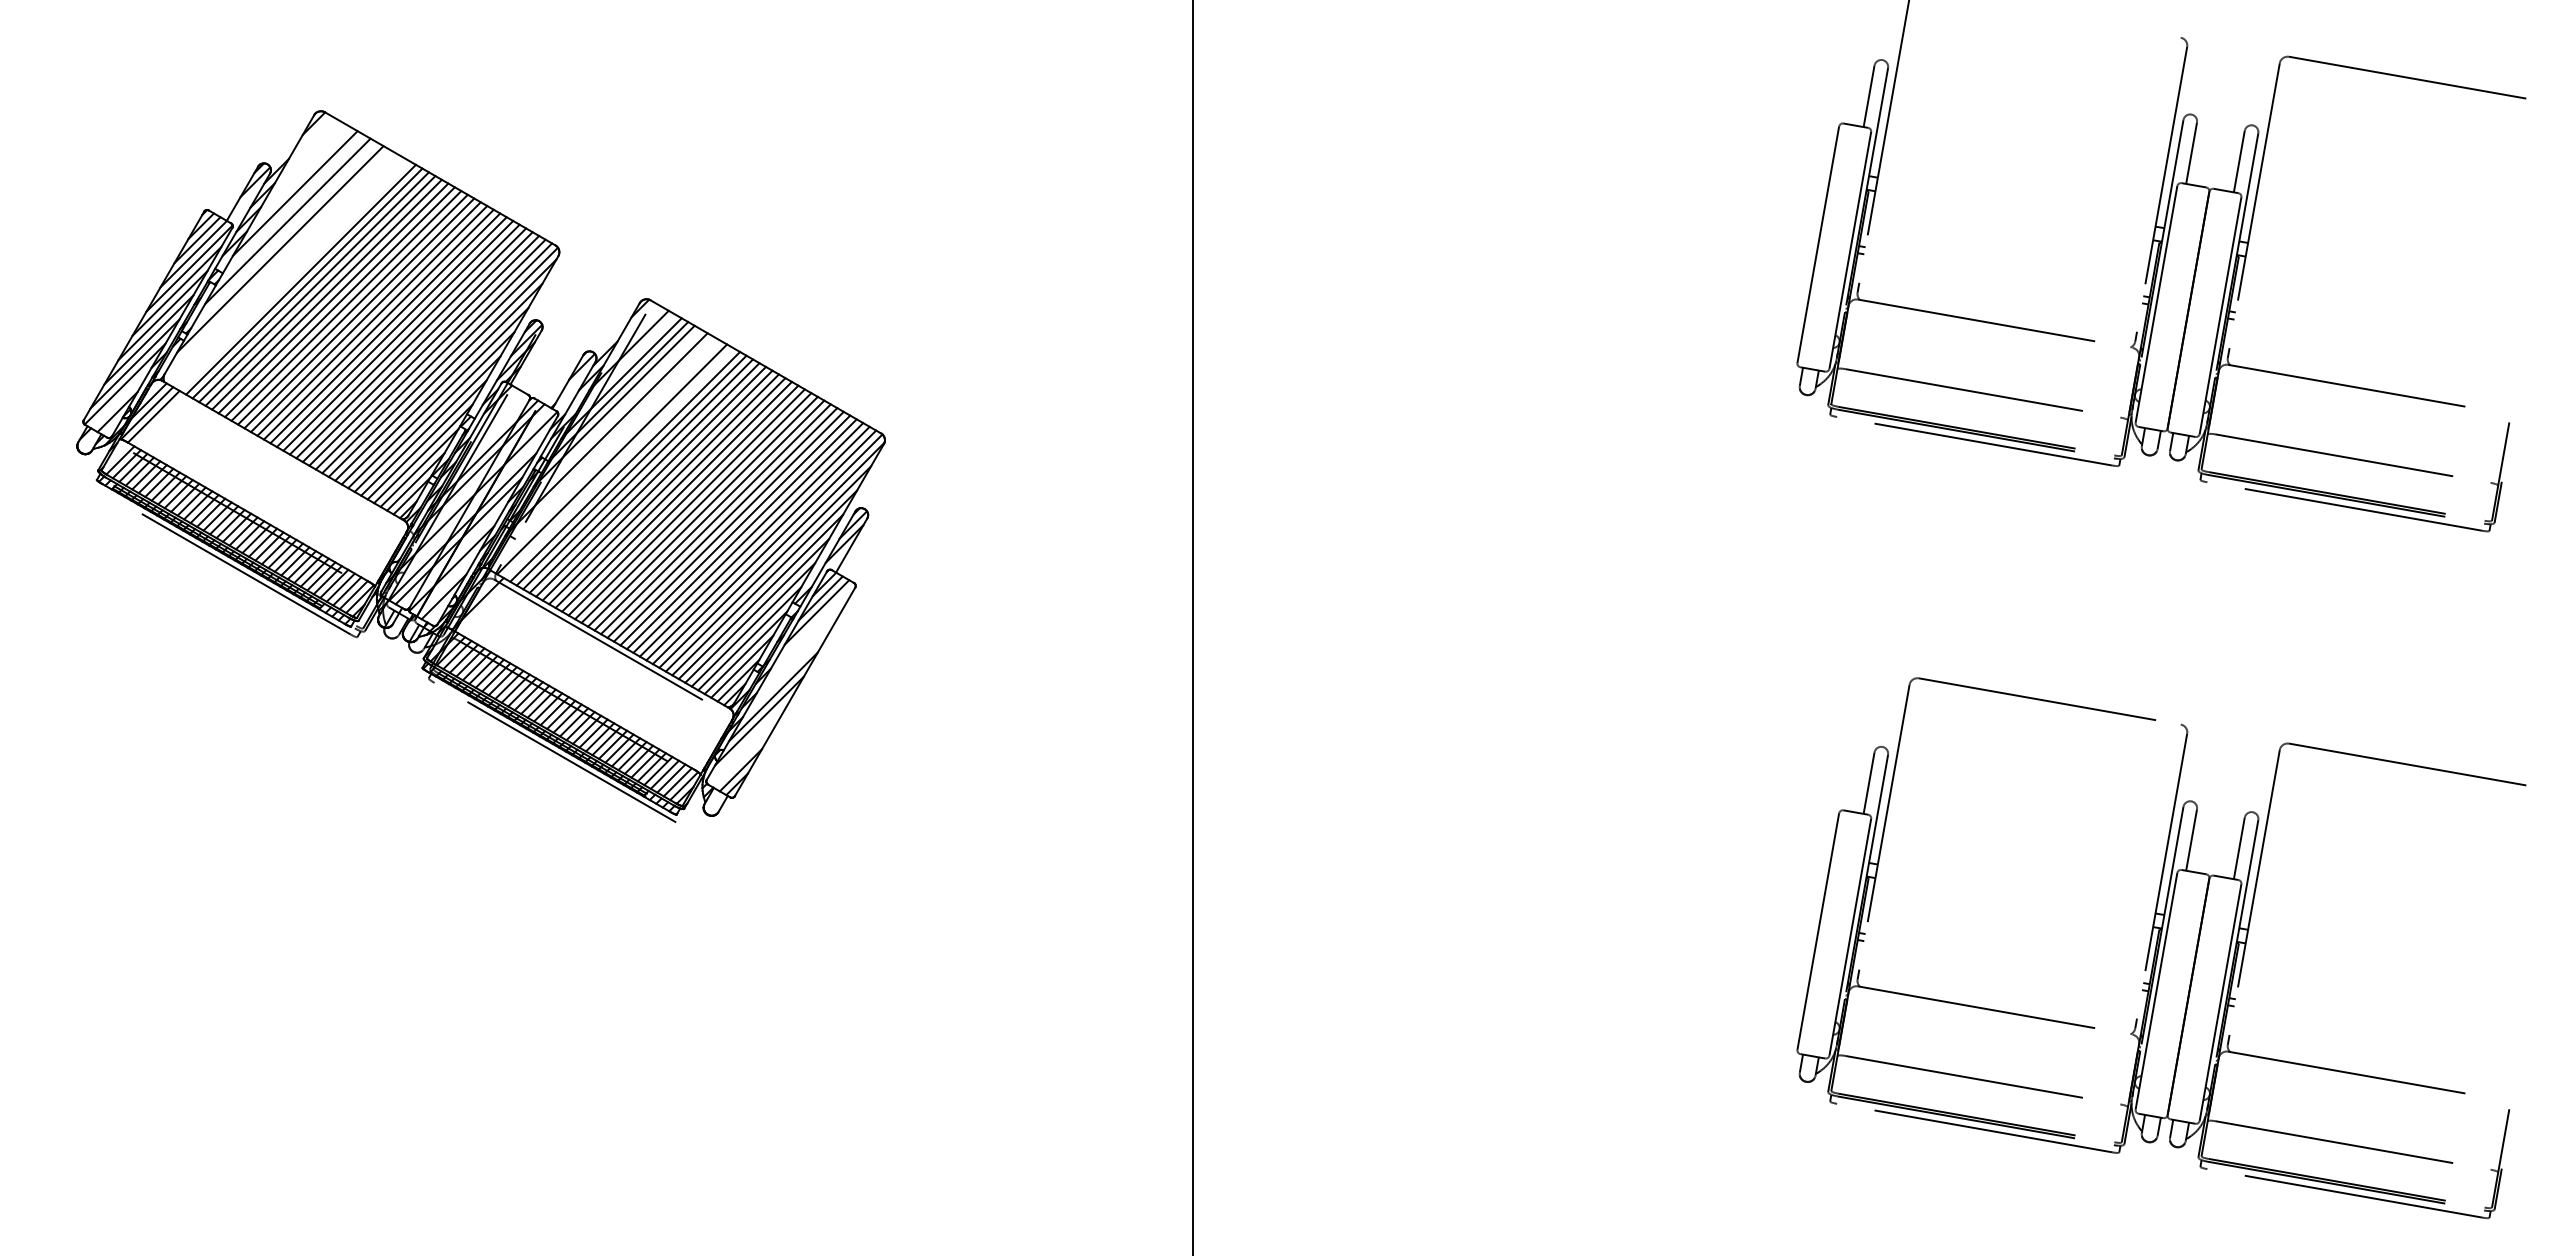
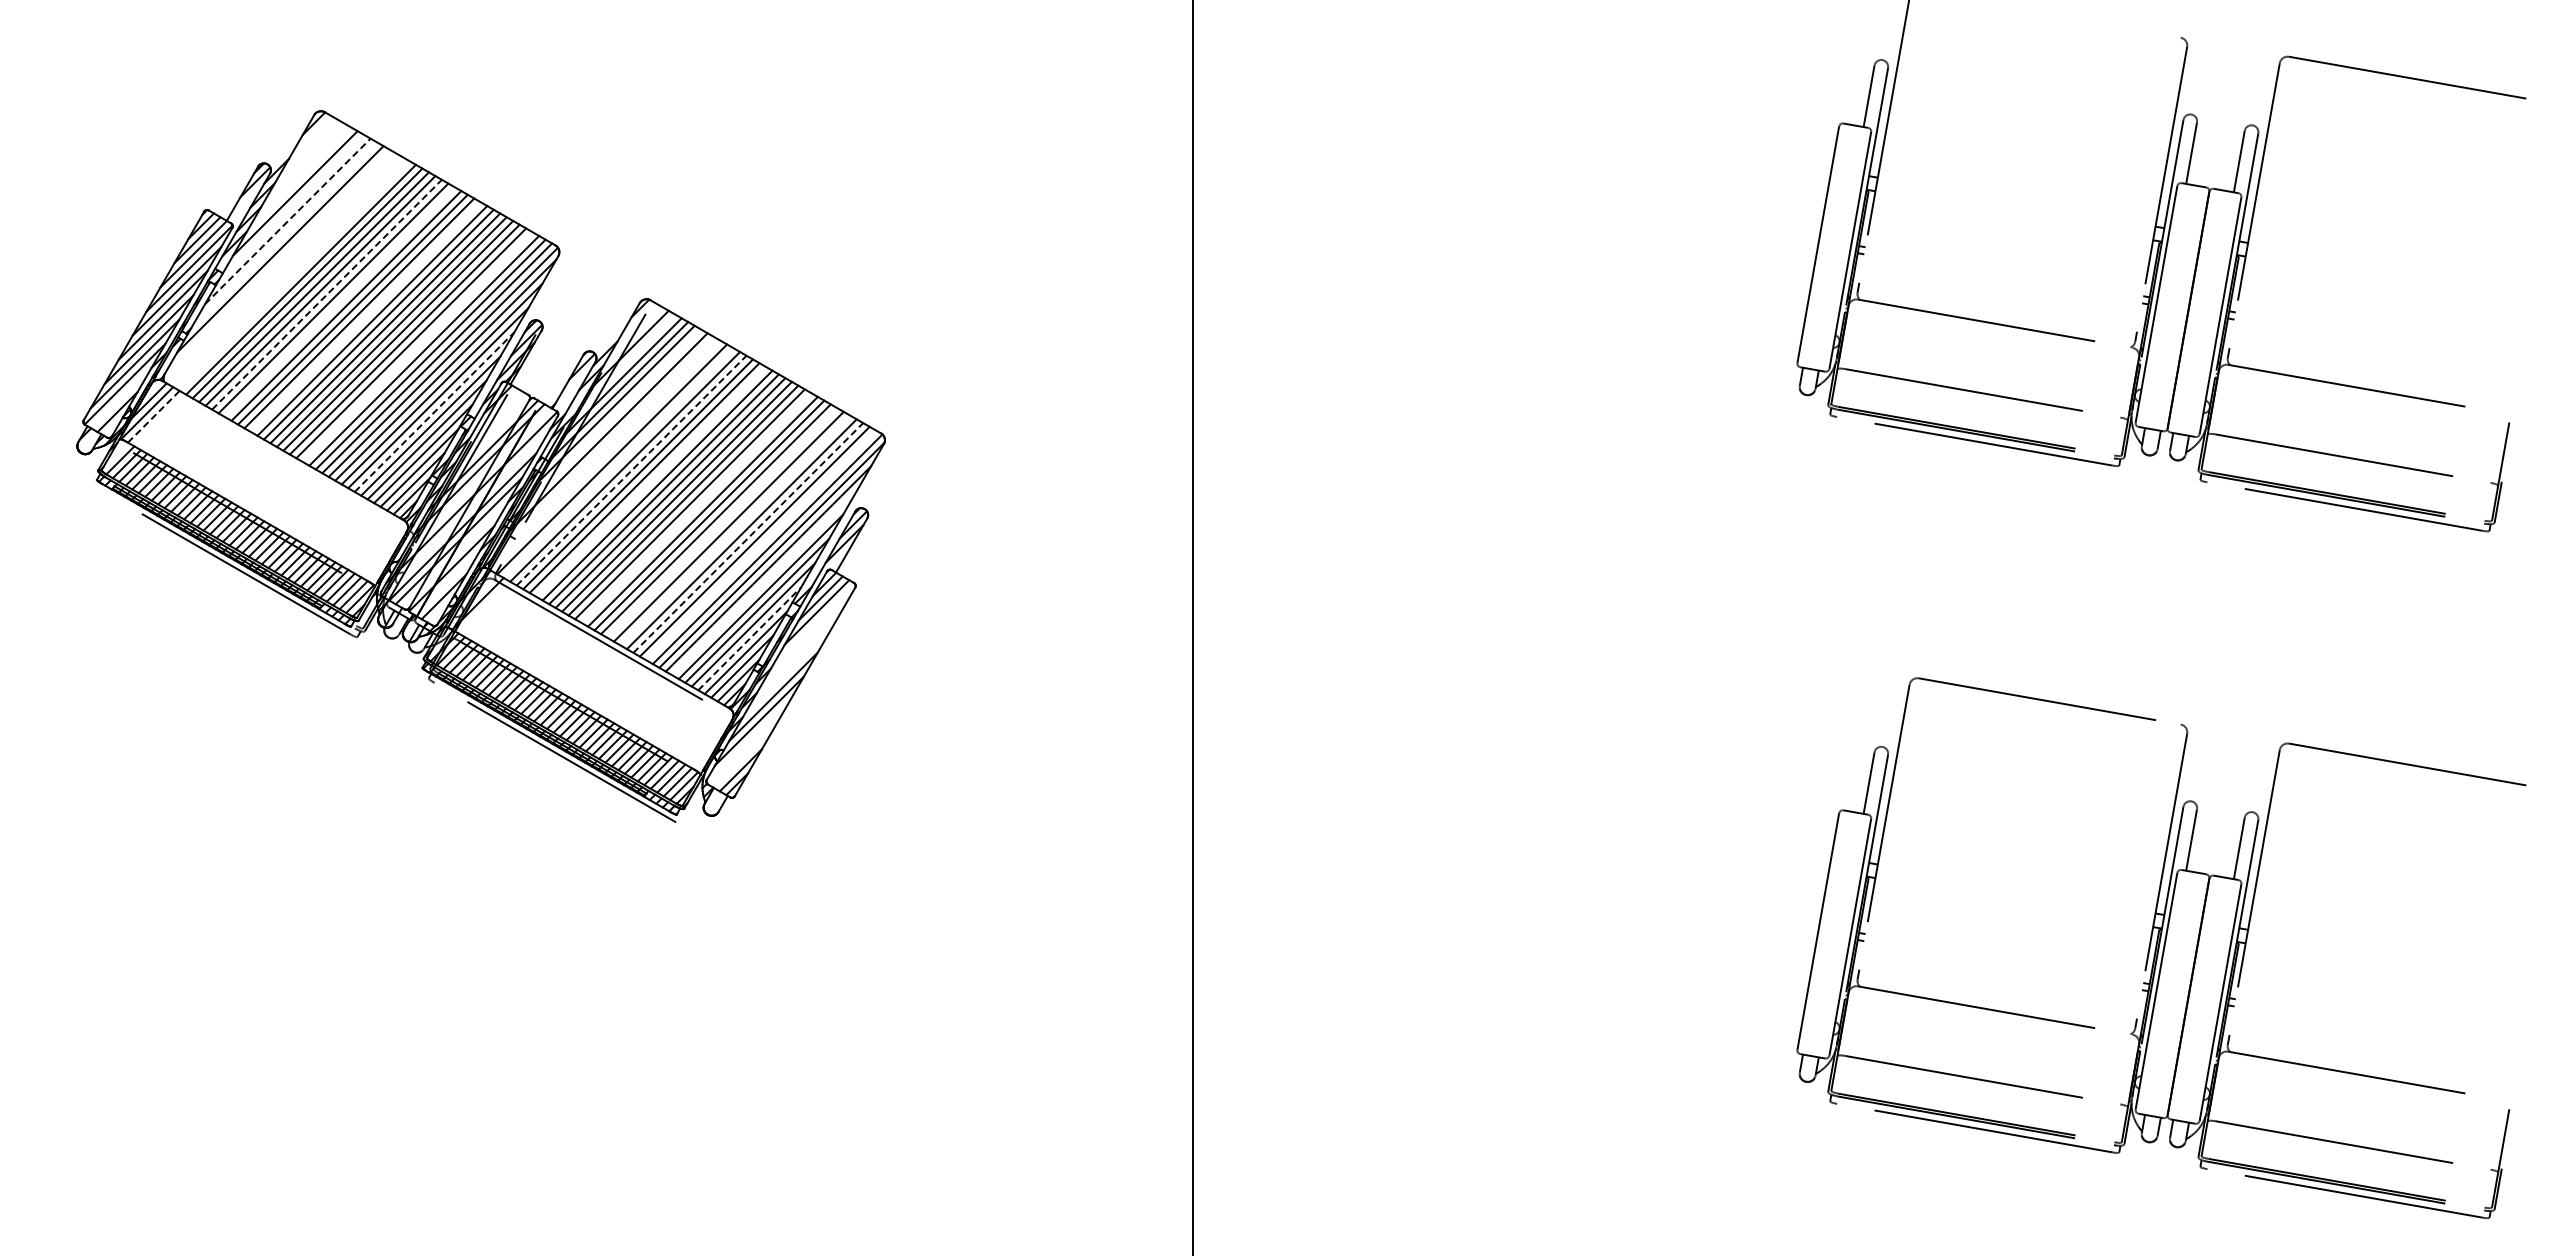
line at (288, 221): solid -> dashed
line at (327, 294): solid -> dashed
line at (339, 302): present -> none
line at (365, 317): present -> none
line at (417, 347): present -> none
line at (434, 412): solid -> dashed
line at (153, 416): solid -> dashed
line at (632, 470): solid -> dashed
line at (651, 481): present -> none
line at (696, 507): present -> none
line at (722, 522): present -> none
line at (735, 530): present -> none
line at (748, 537): solid -> dashed
line at (761, 545): present -> none
line at (764, 582): present -> none
line at (749, 638): solid -> dashed
